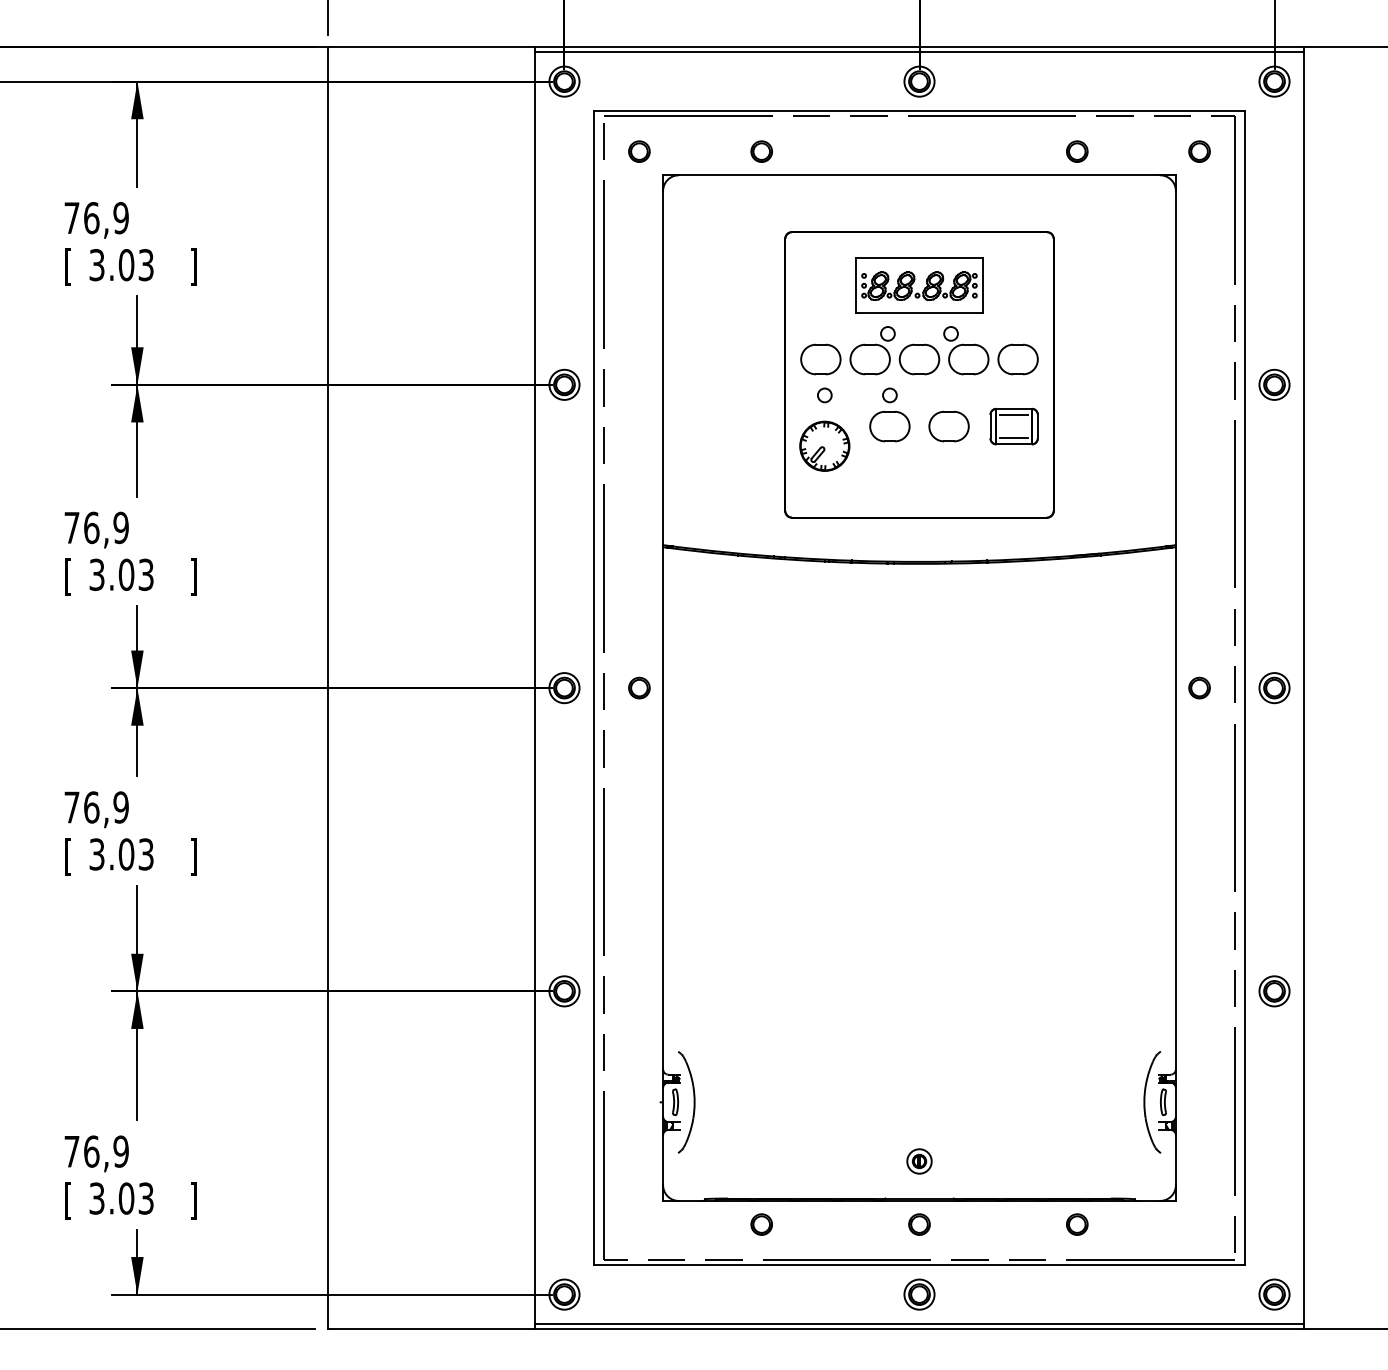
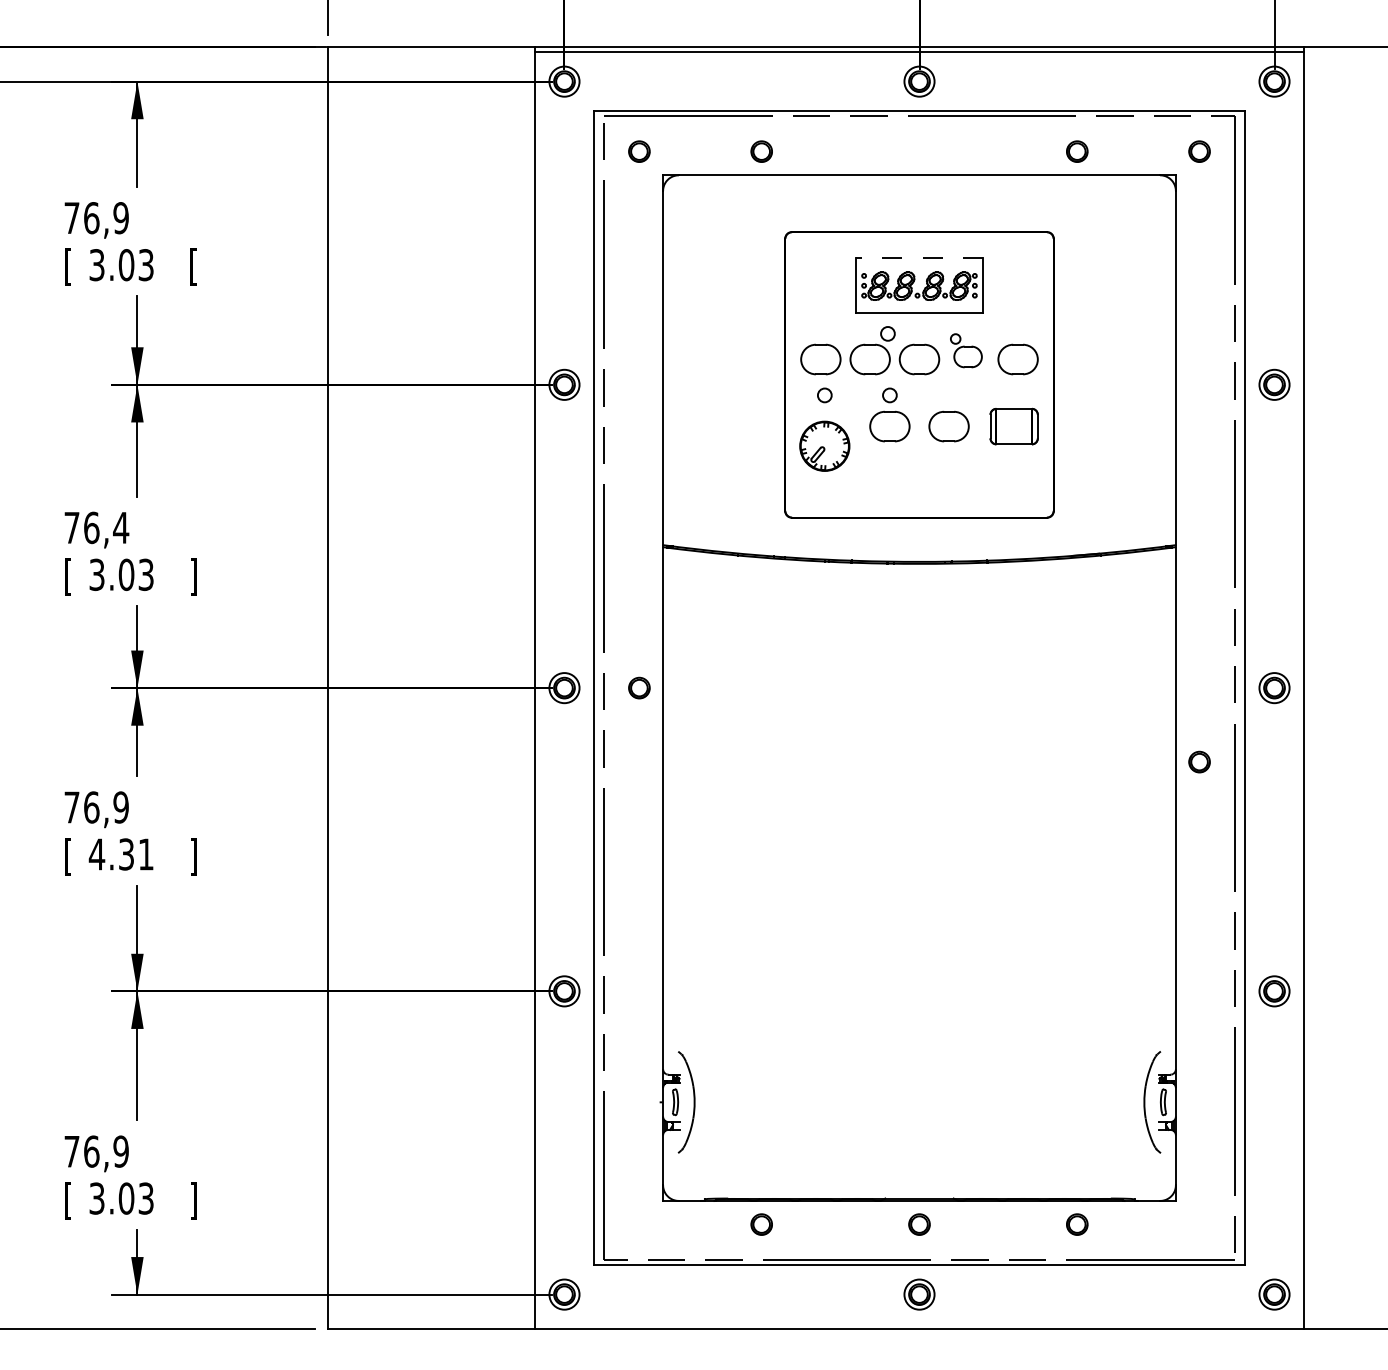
line at (919, 258): solid -> dashed
text at (193, 266): ] -> [
part at (966, 350) size: 47x50 px -> 33x36 px
line at (1013, 414): present -> none
line at (1013, 438): present -> none
text at (121, 527): 76,9 -> 76,4
part at (1199, 687) position: (1199, 687) -> (1199, 761)
text at (120, 854): 3.03 -> 4.31
part at (919, 1161): present -> none
line at (919, 1324): present -> none
